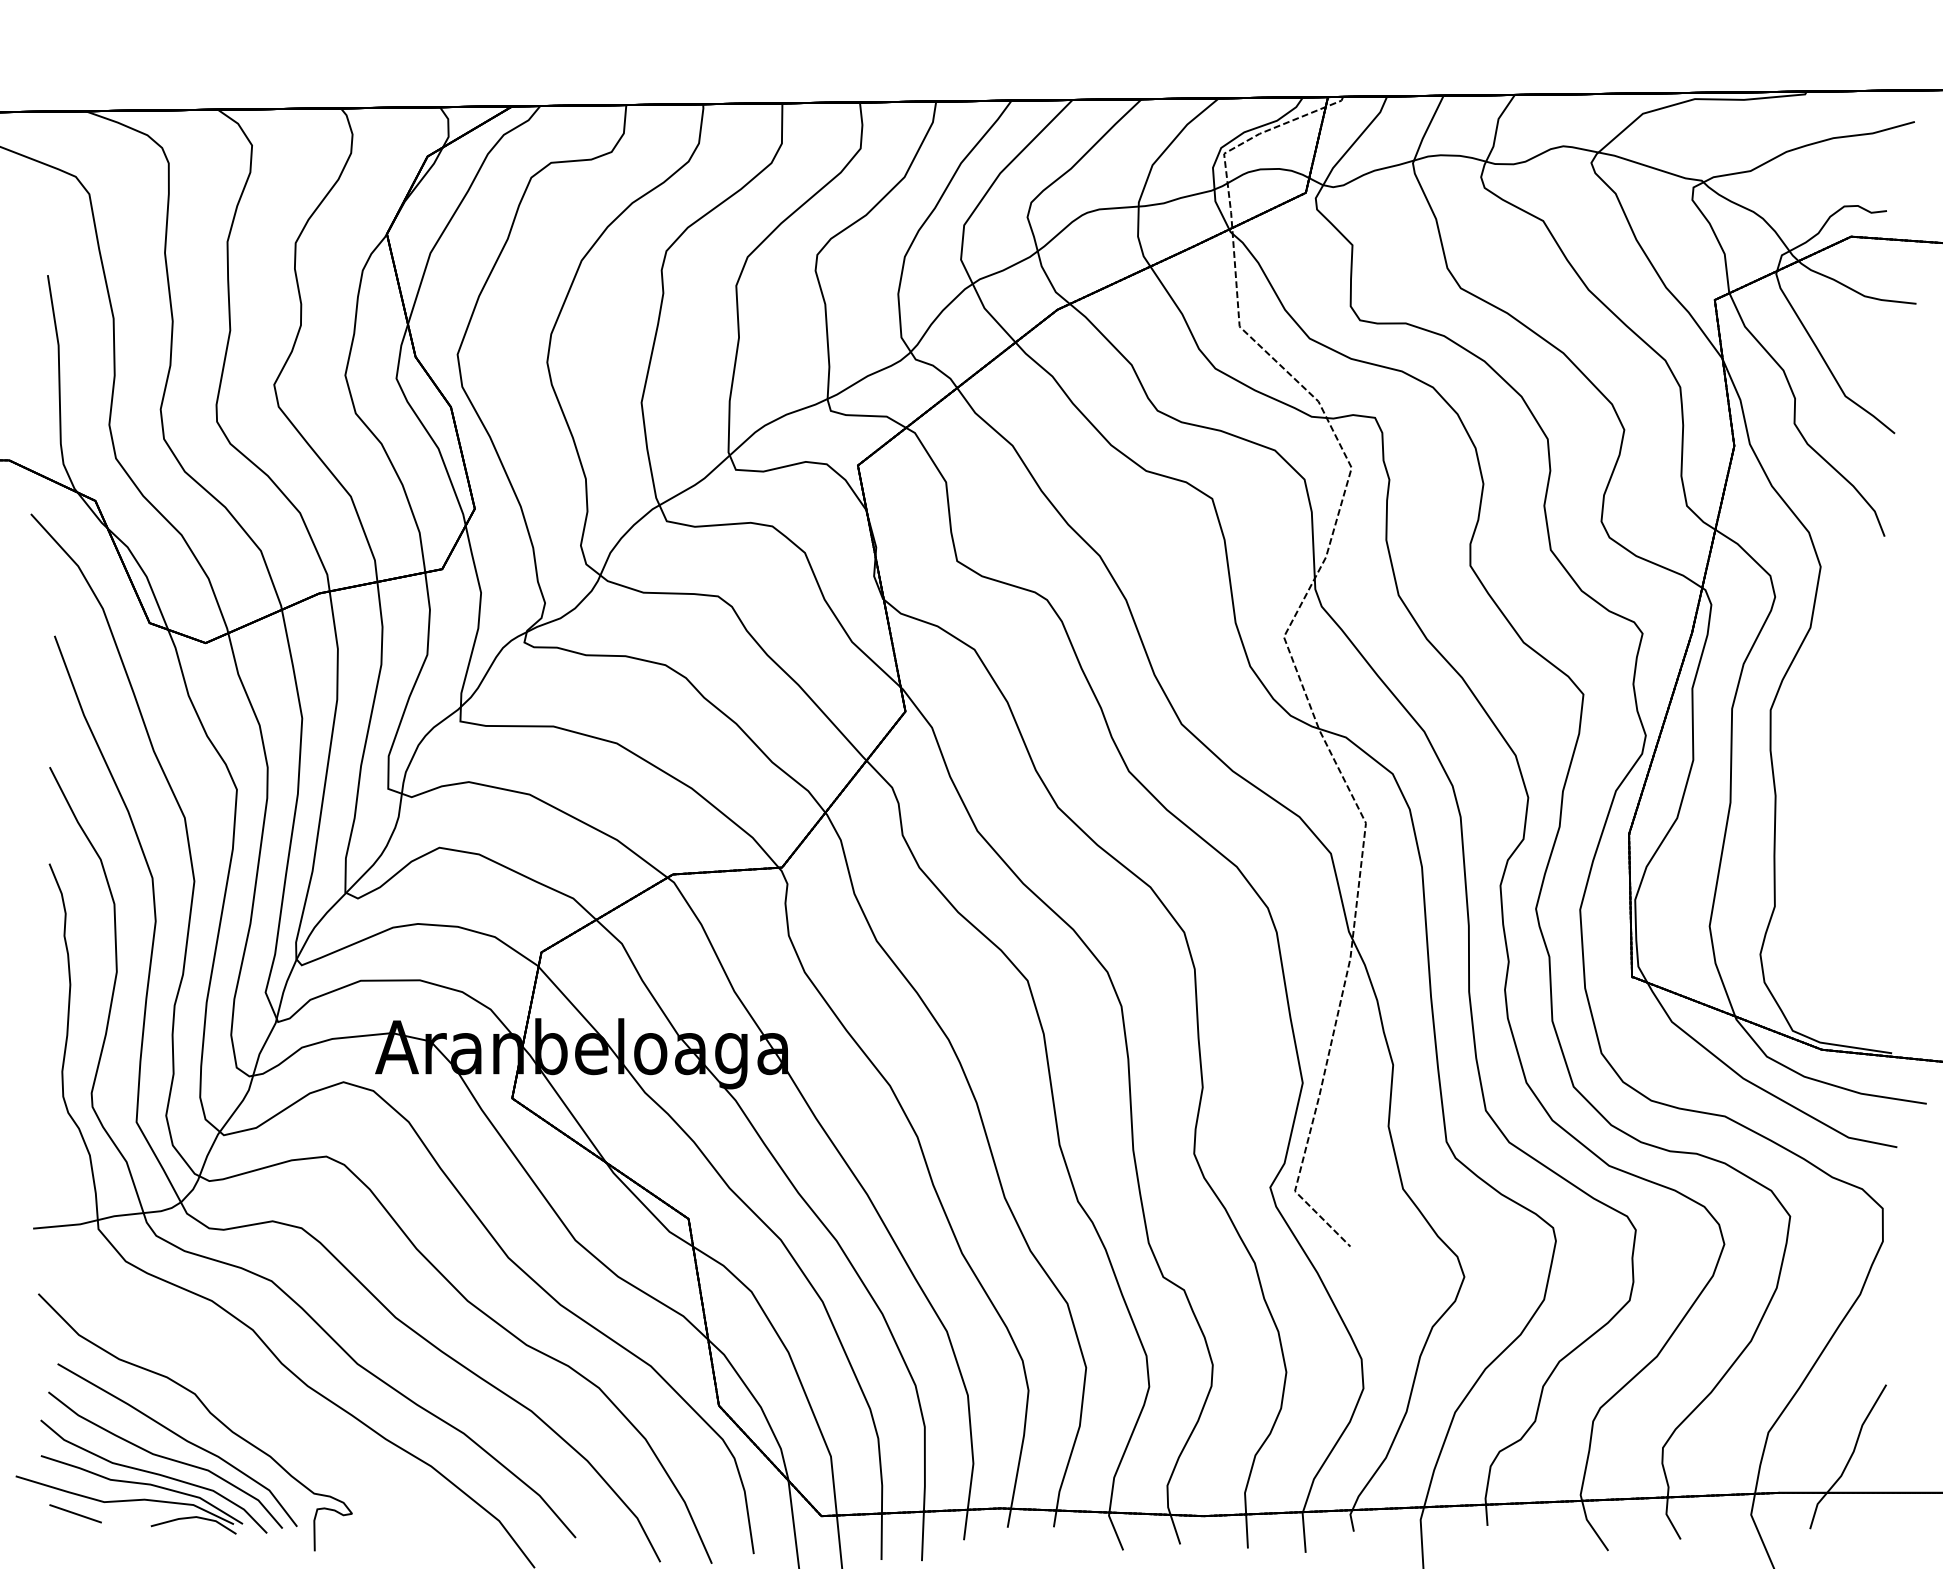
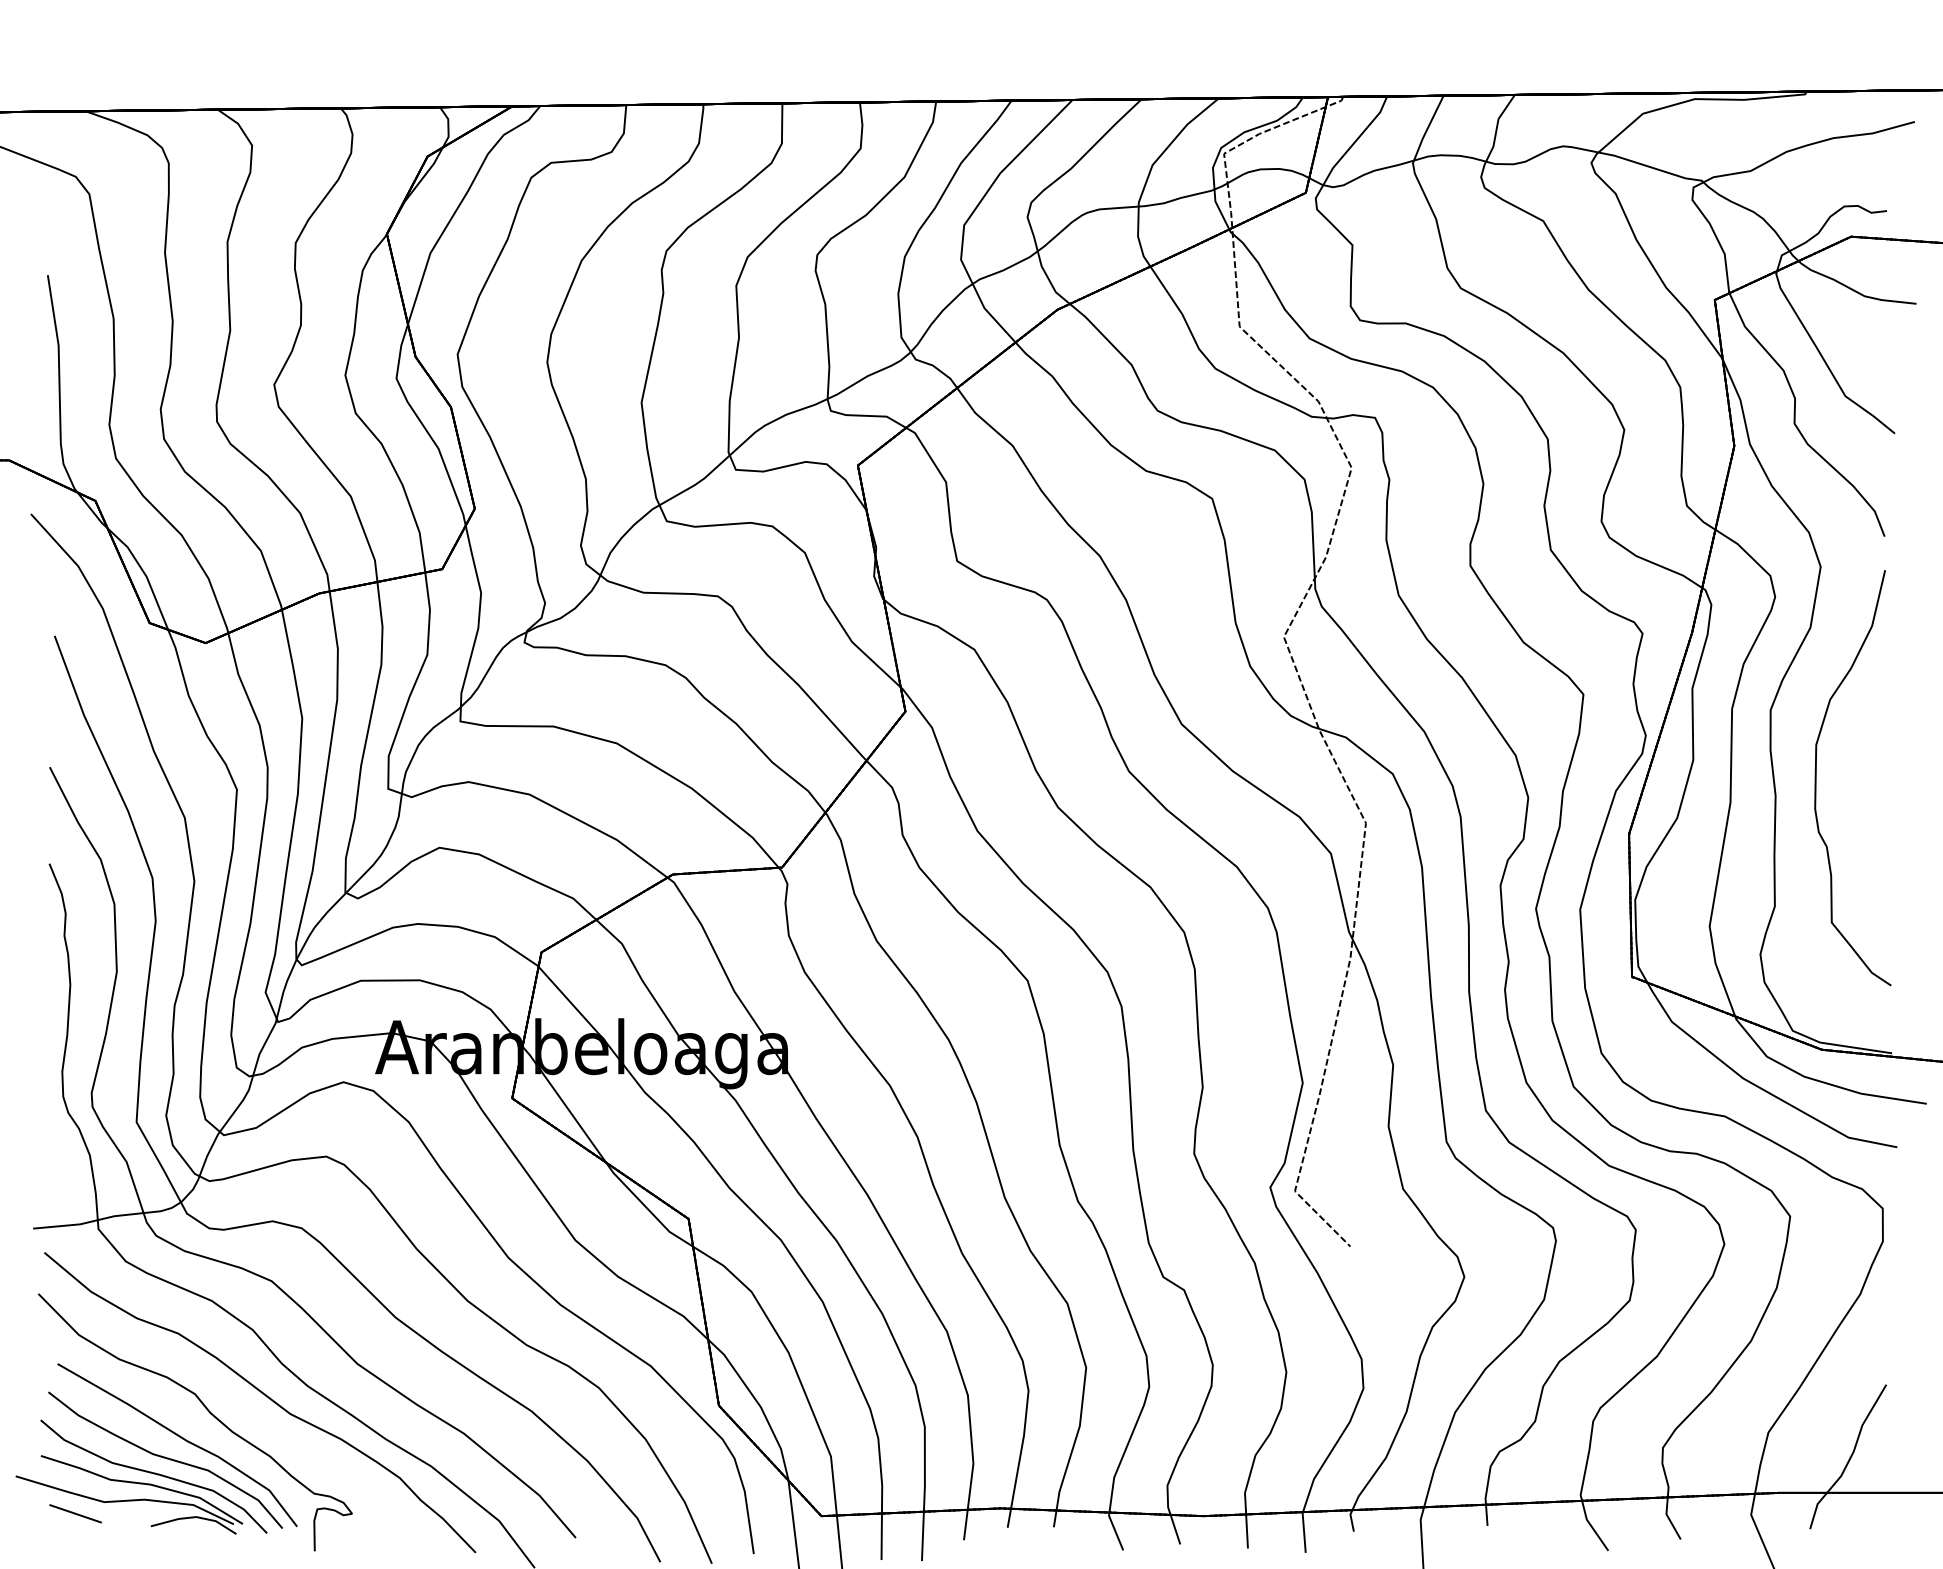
curve at (1816, 778): none -> present
curve at (265, 1396): none -> present
